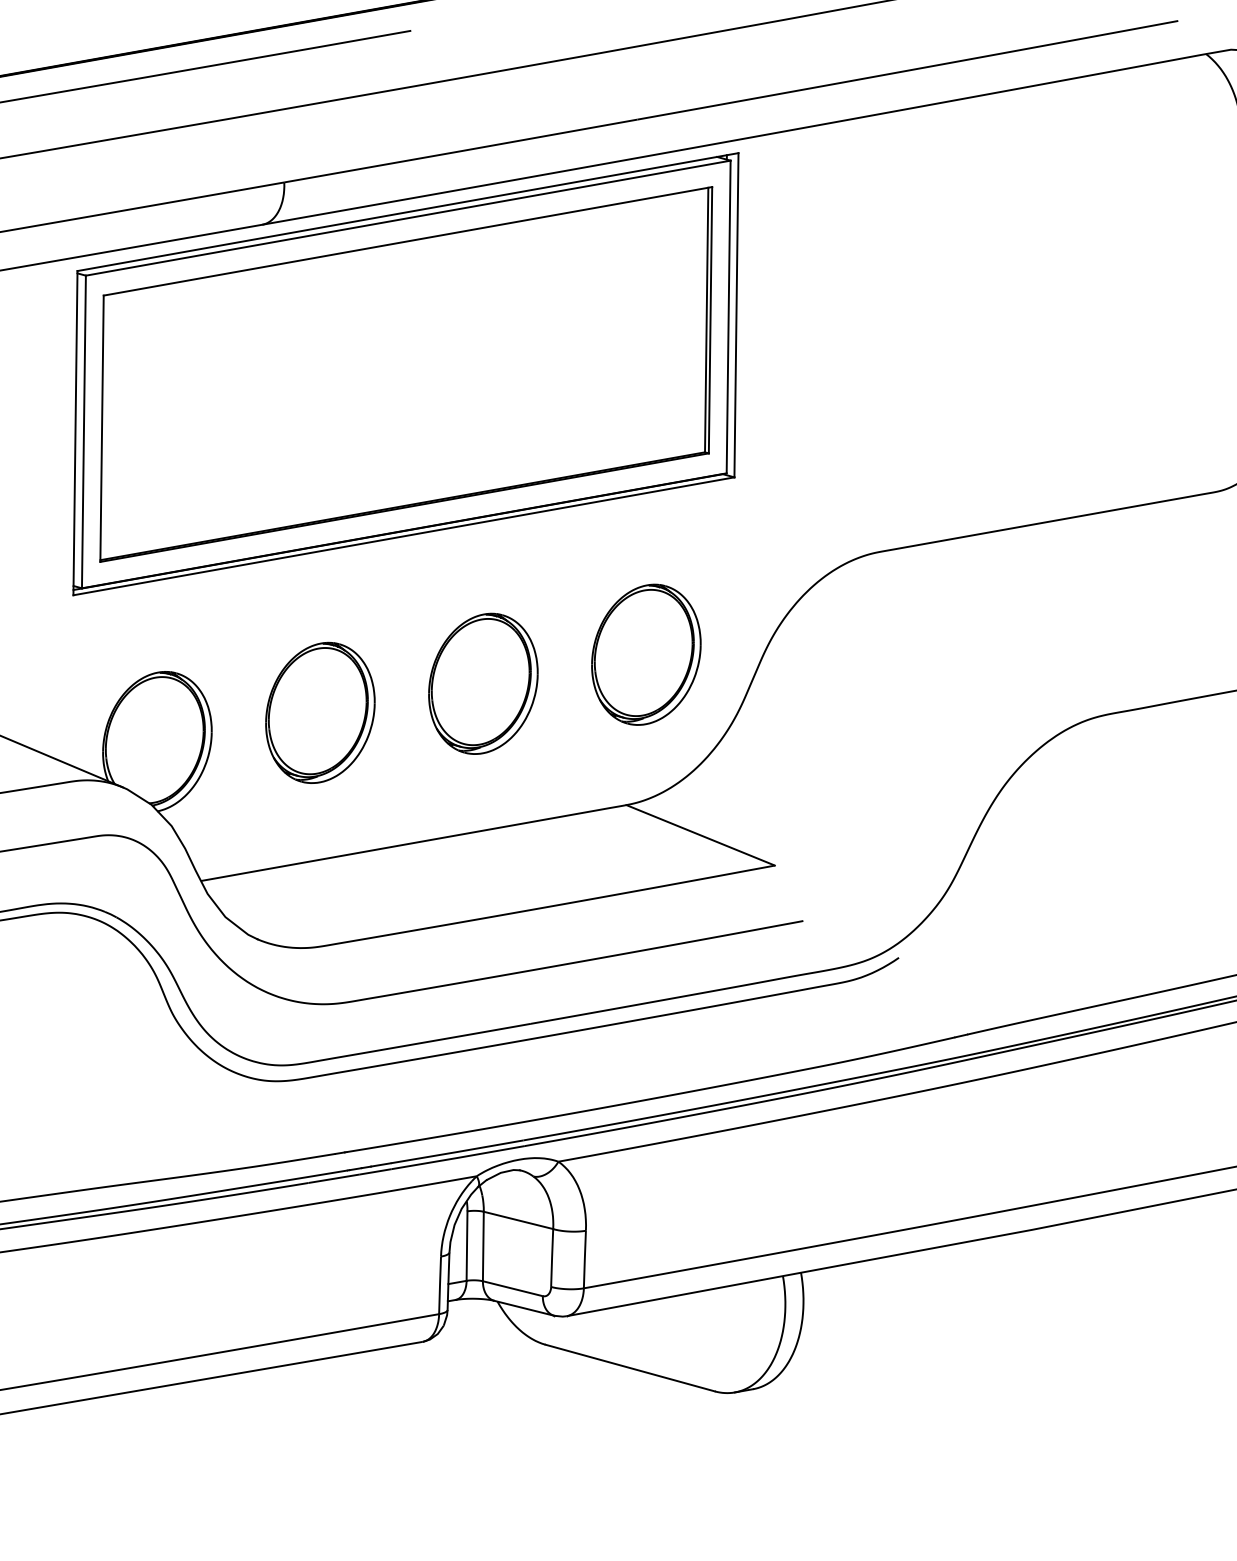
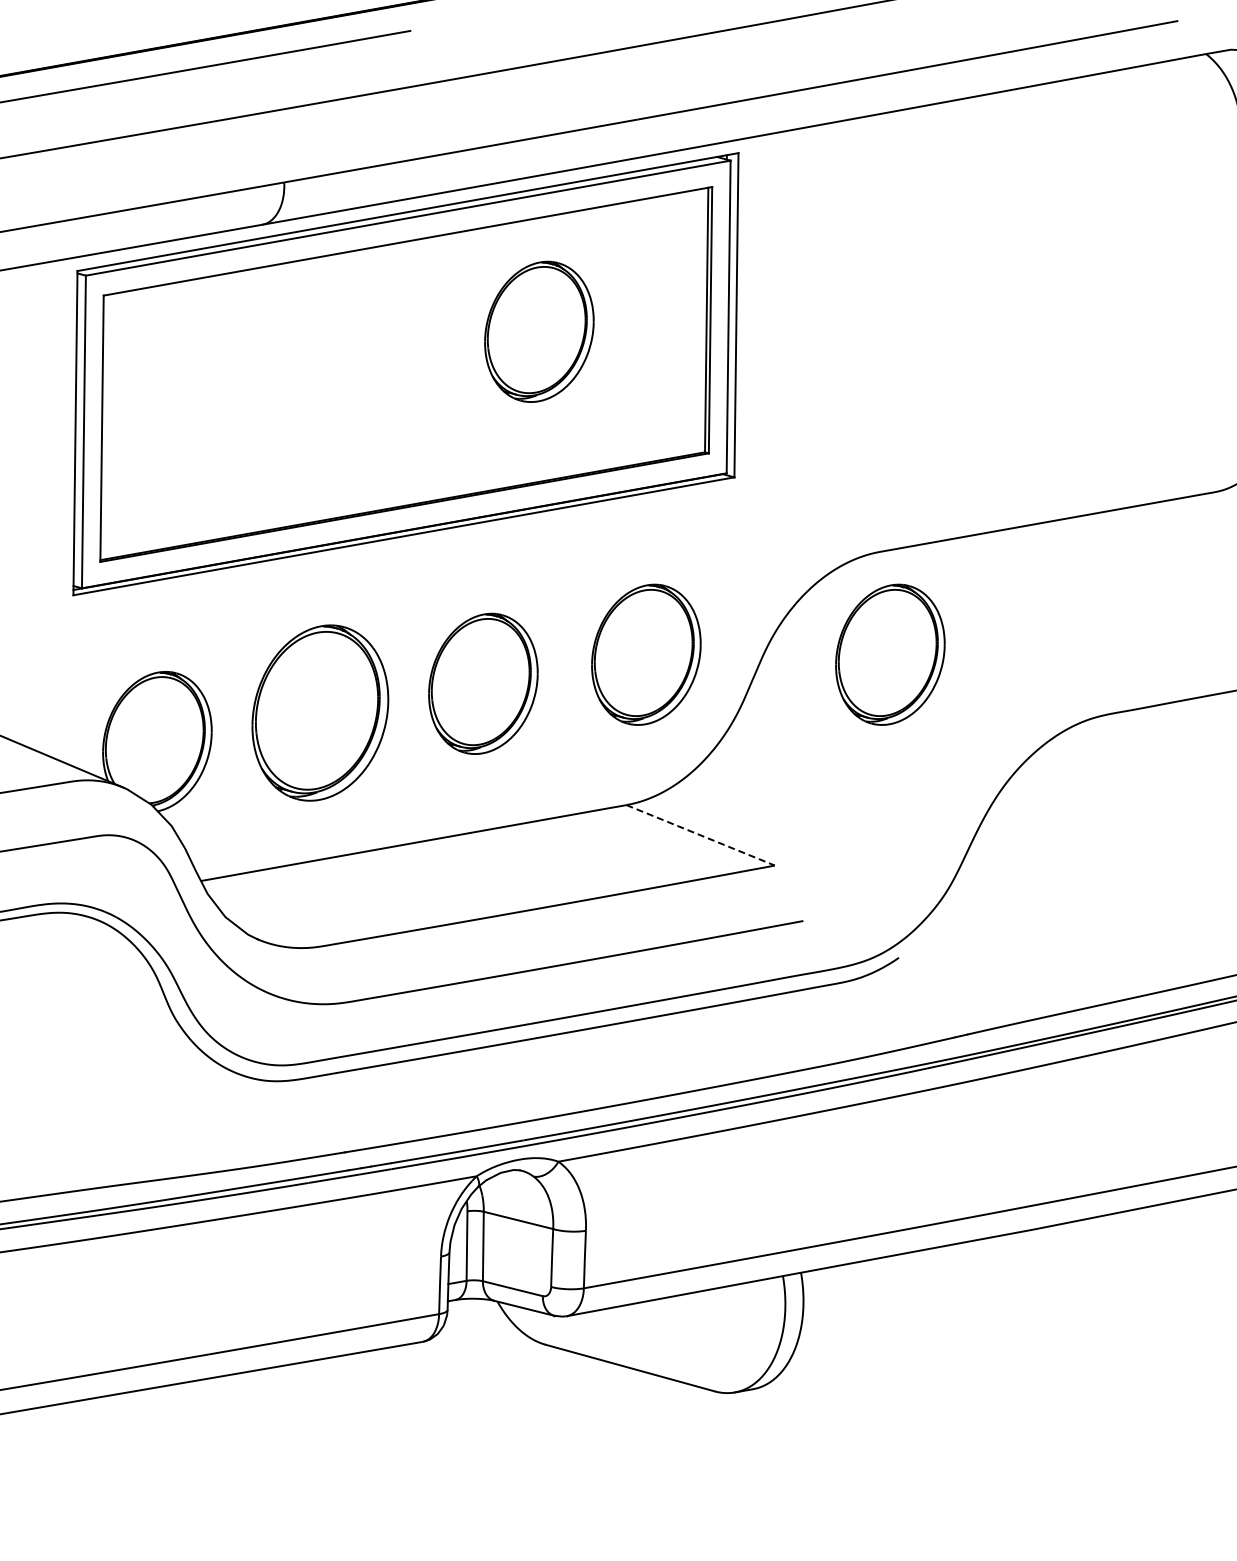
part at (539, 331): none -> present
part at (890, 654): none -> present
part at (320, 712) size: 111x143 px -> 139x178 px
line at (701, 835): solid -> dashed
